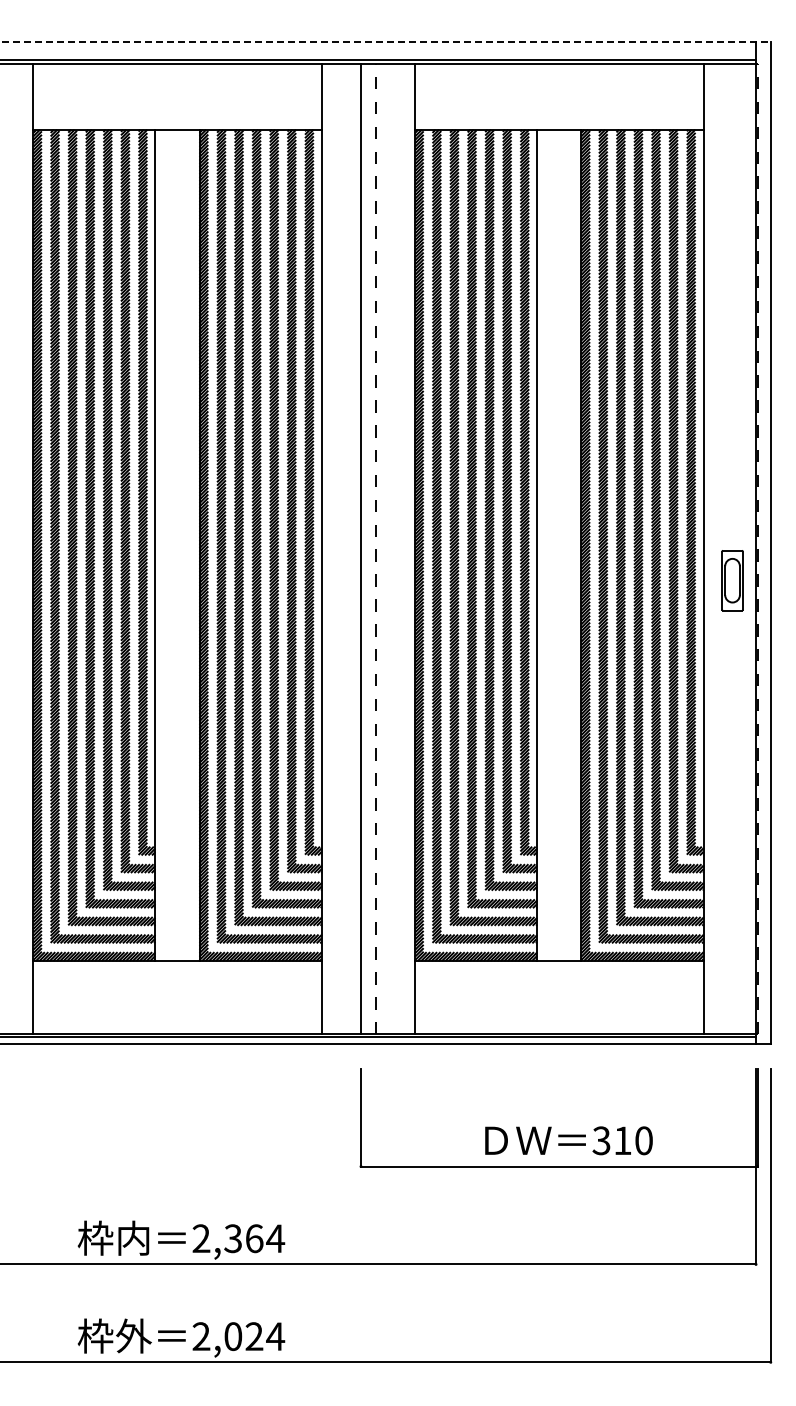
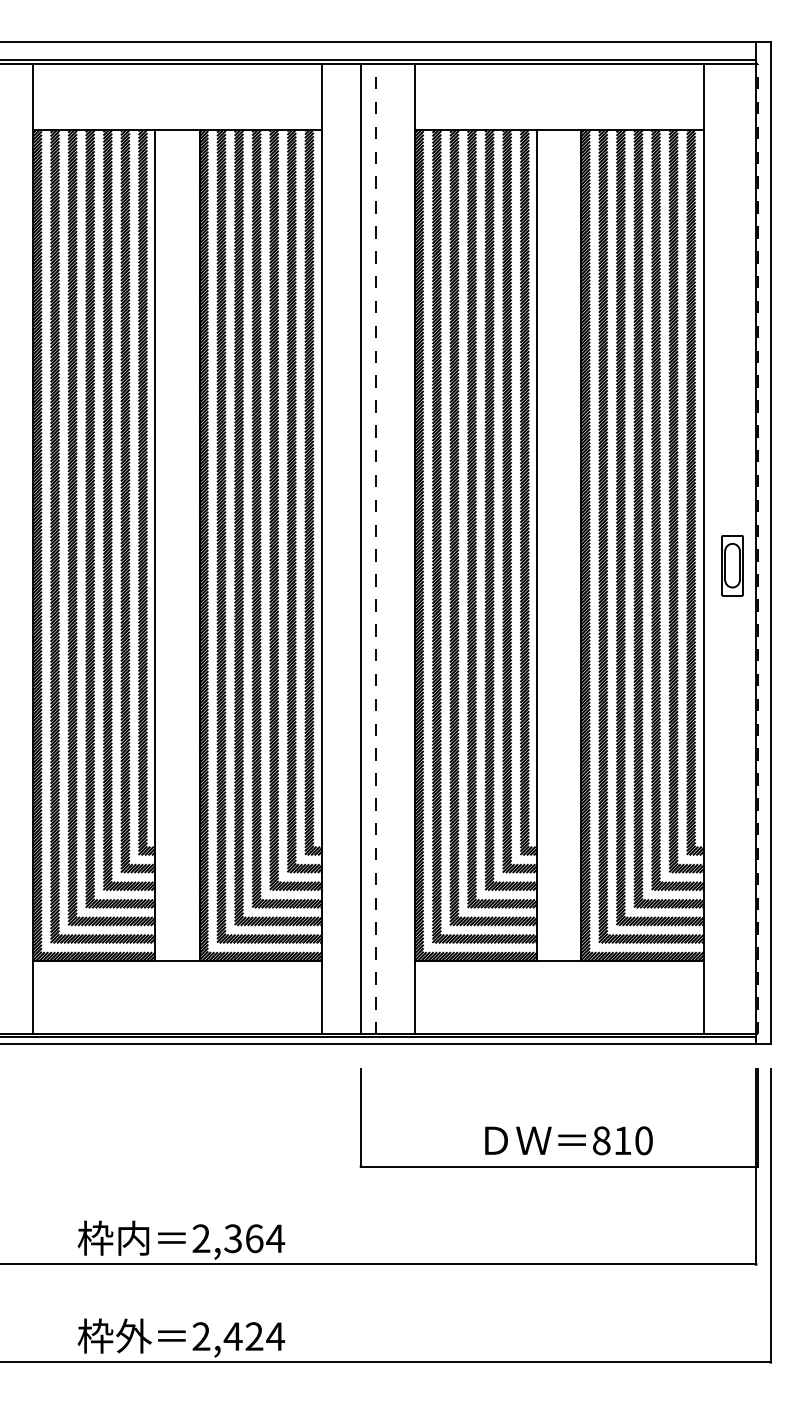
line at (385, 42): dashed -> solid
part at (732, 580) position: (732, 580) -> (732, 565)
text at (601, 1140): 310 -> 810
text at (232, 1336): 2,024 -> 2,424
